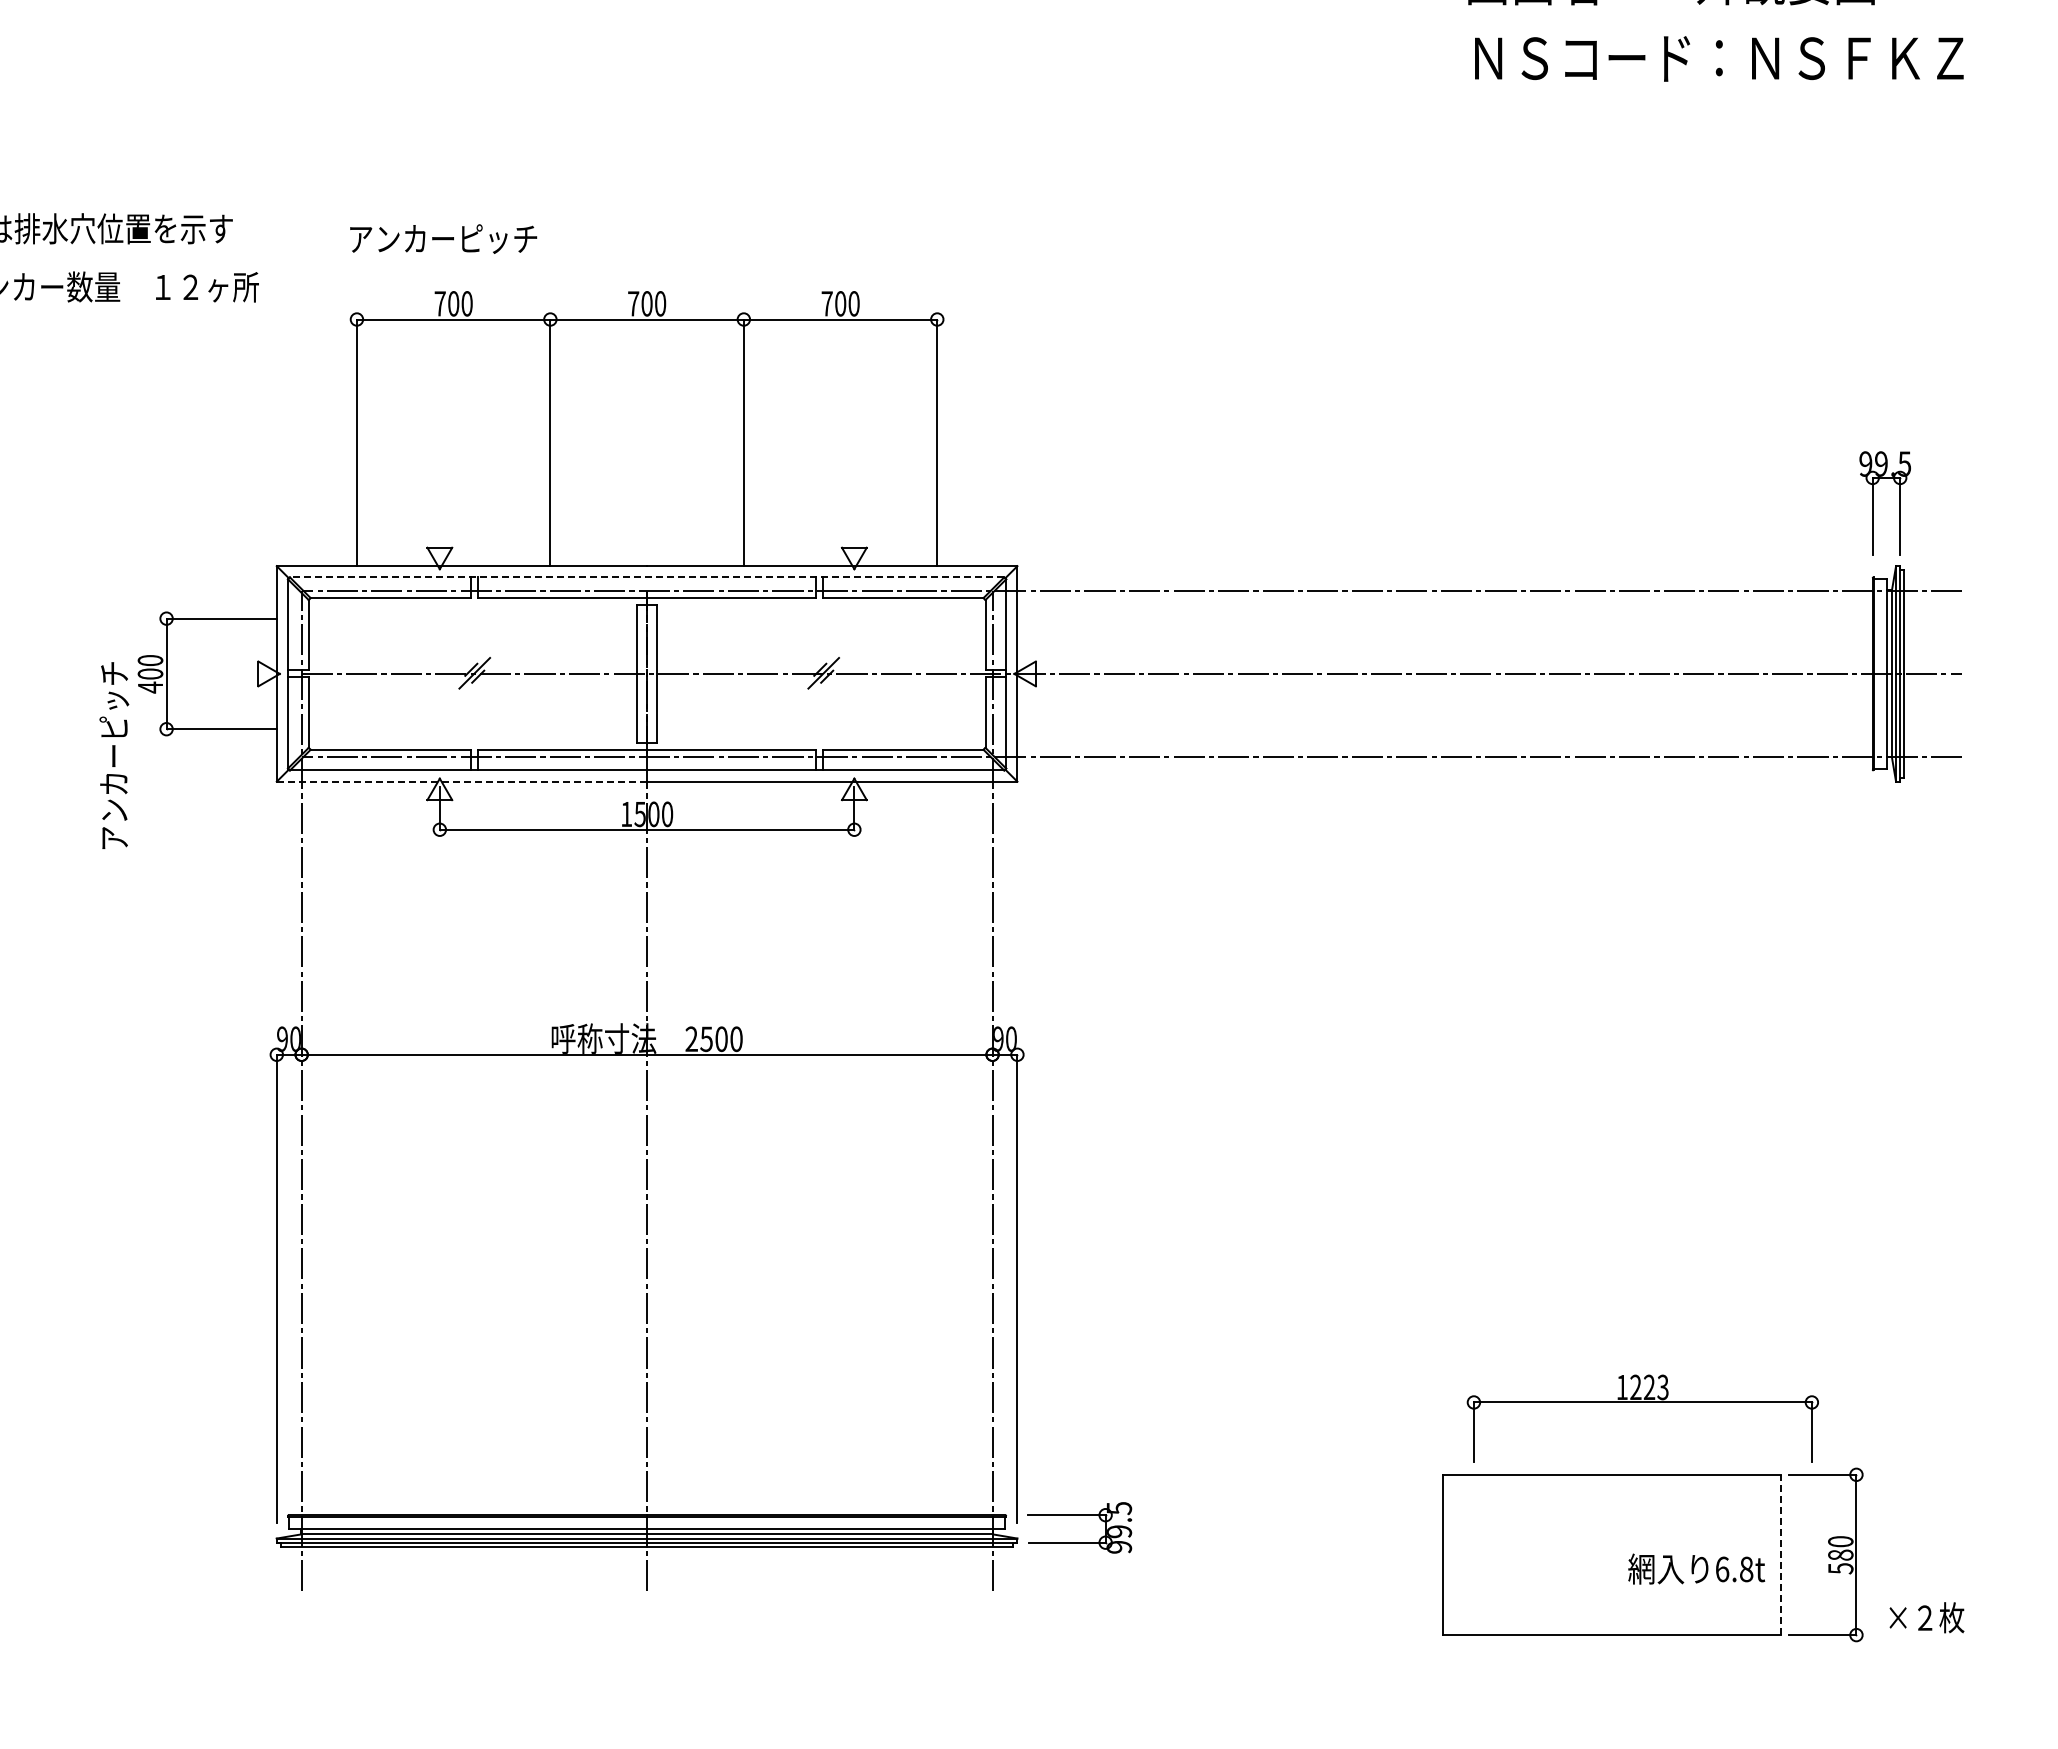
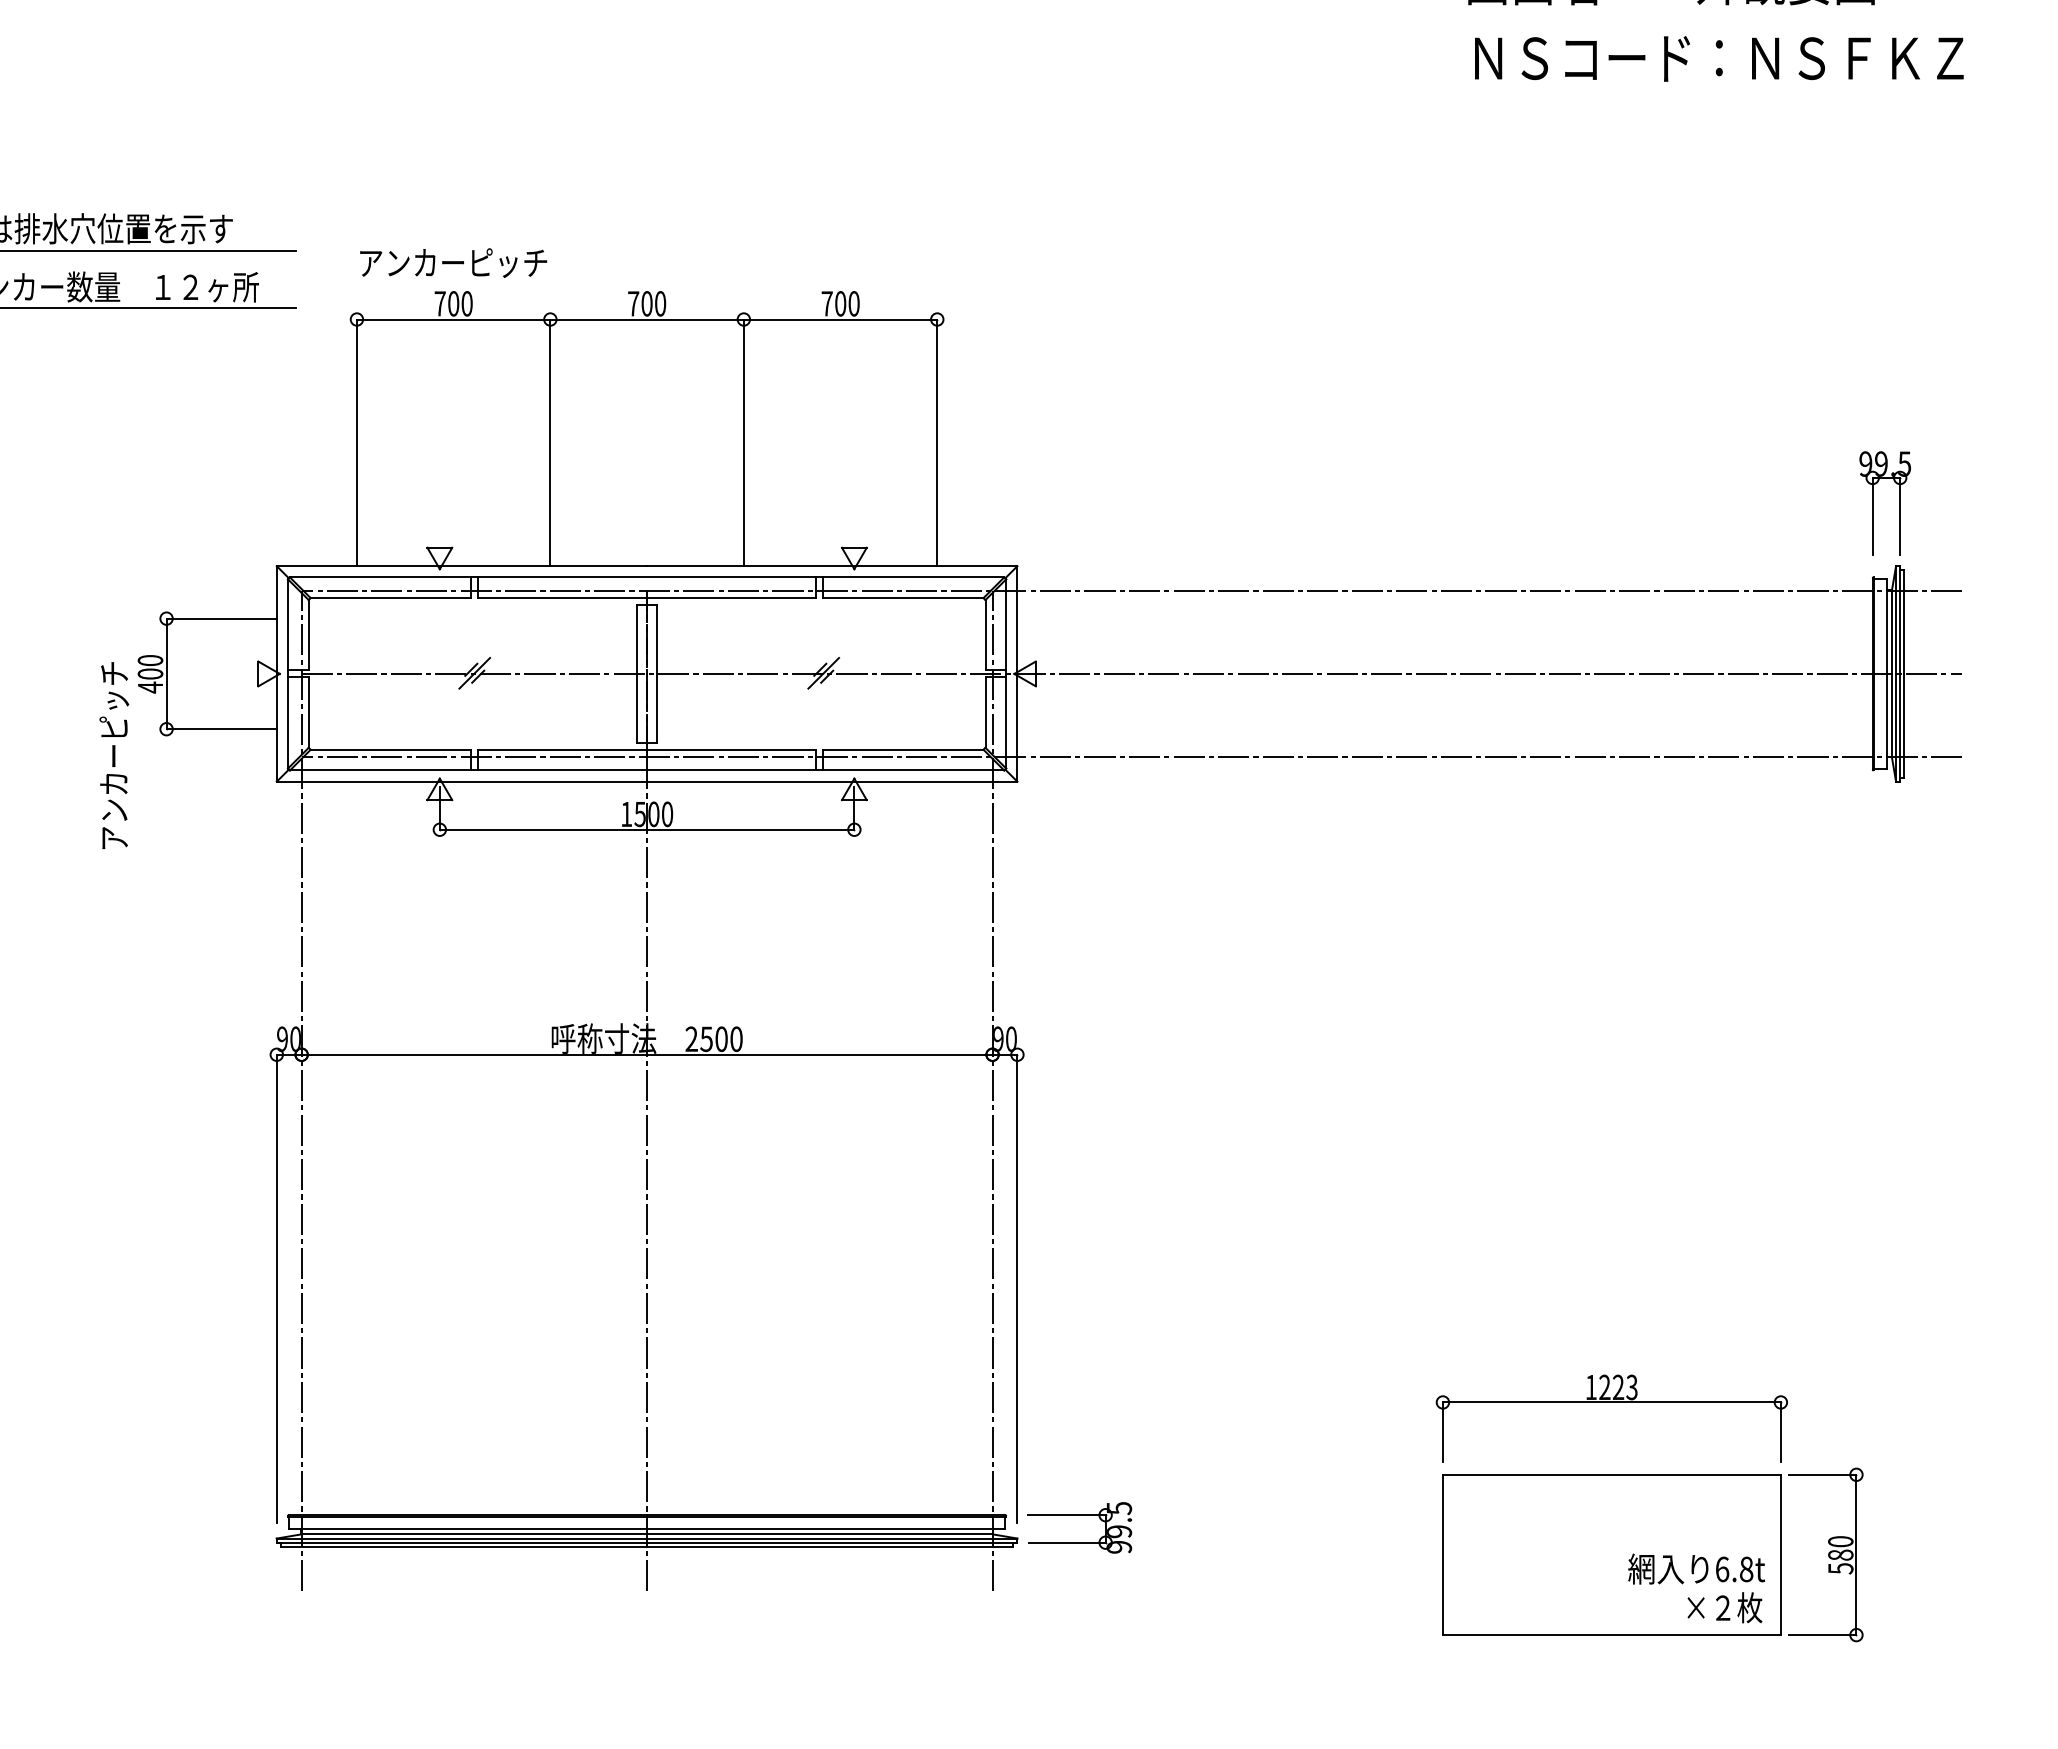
text at (443, 238) position: (443, 238) -> (453, 262)
line at (149, 251): none -> present
line at (149, 307): none -> present
line at (646, 577): dashed -> solid
line at (462, 781): dashed -> solid
part at (1642, 1402) position: (1642, 1402) -> (1611, 1402)
line at (1780, 1554): dashed -> solid
text at (1926, 1617) position: (1926, 1617) -> (1724, 1607)
